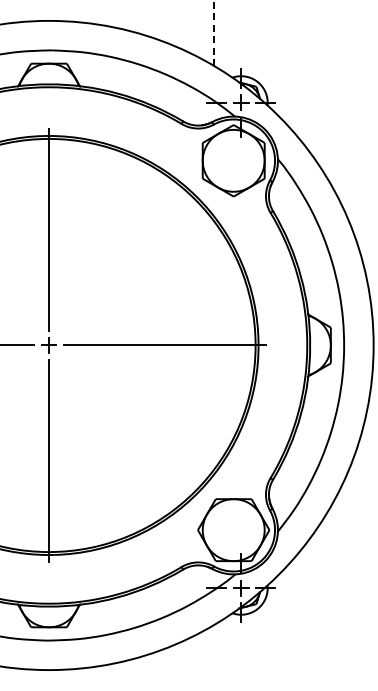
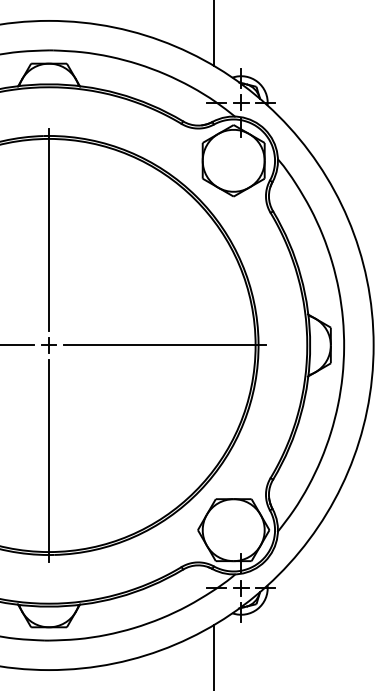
line at (214, 33): dashed -> solid
line at (214, 655): none -> present
